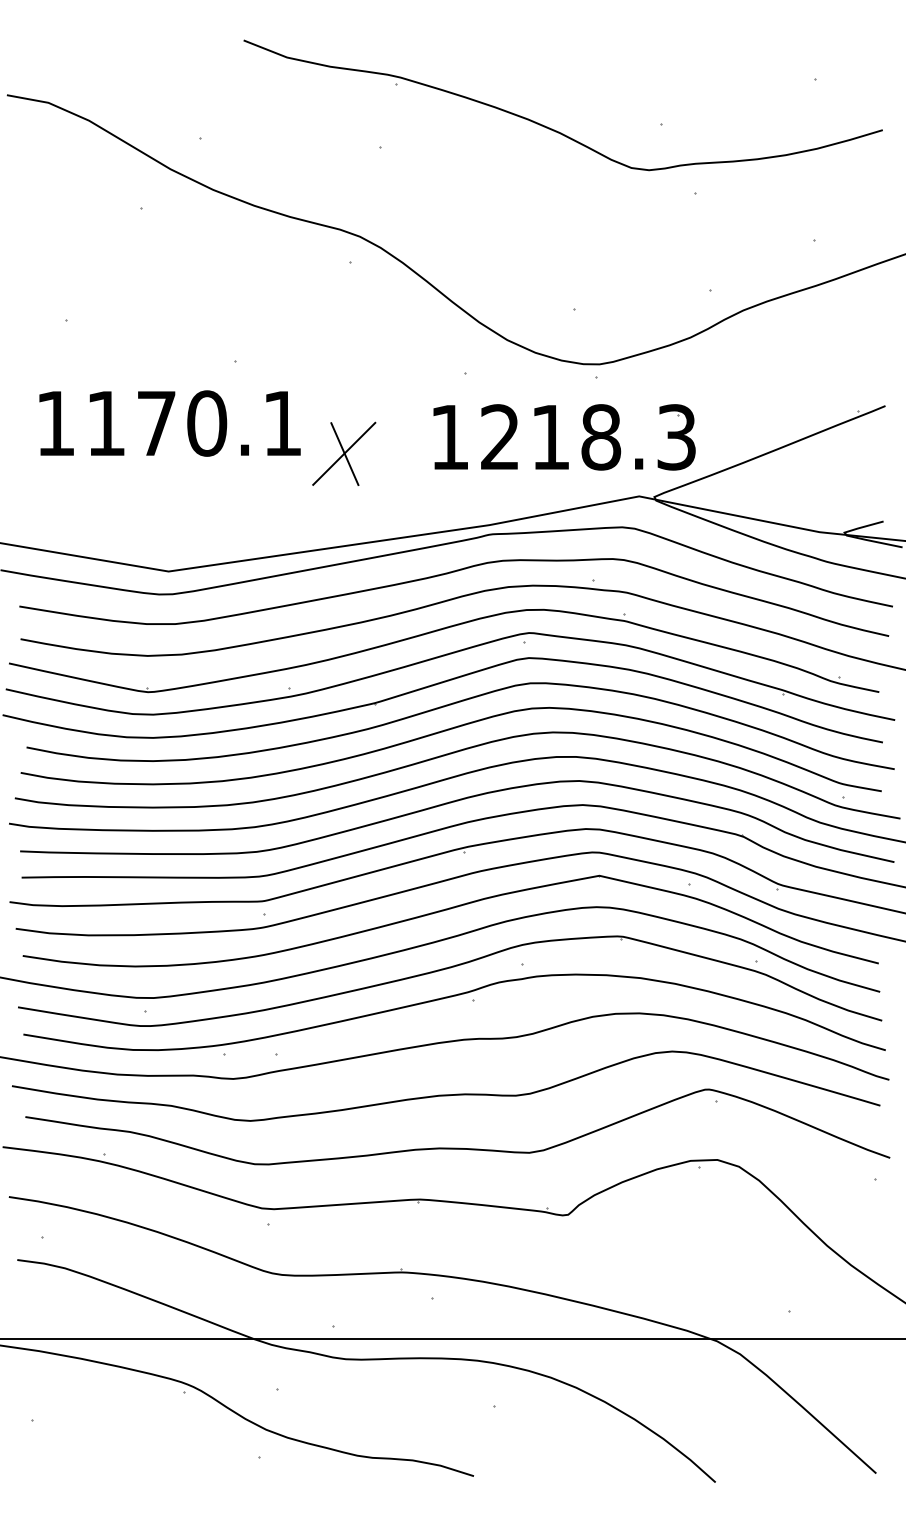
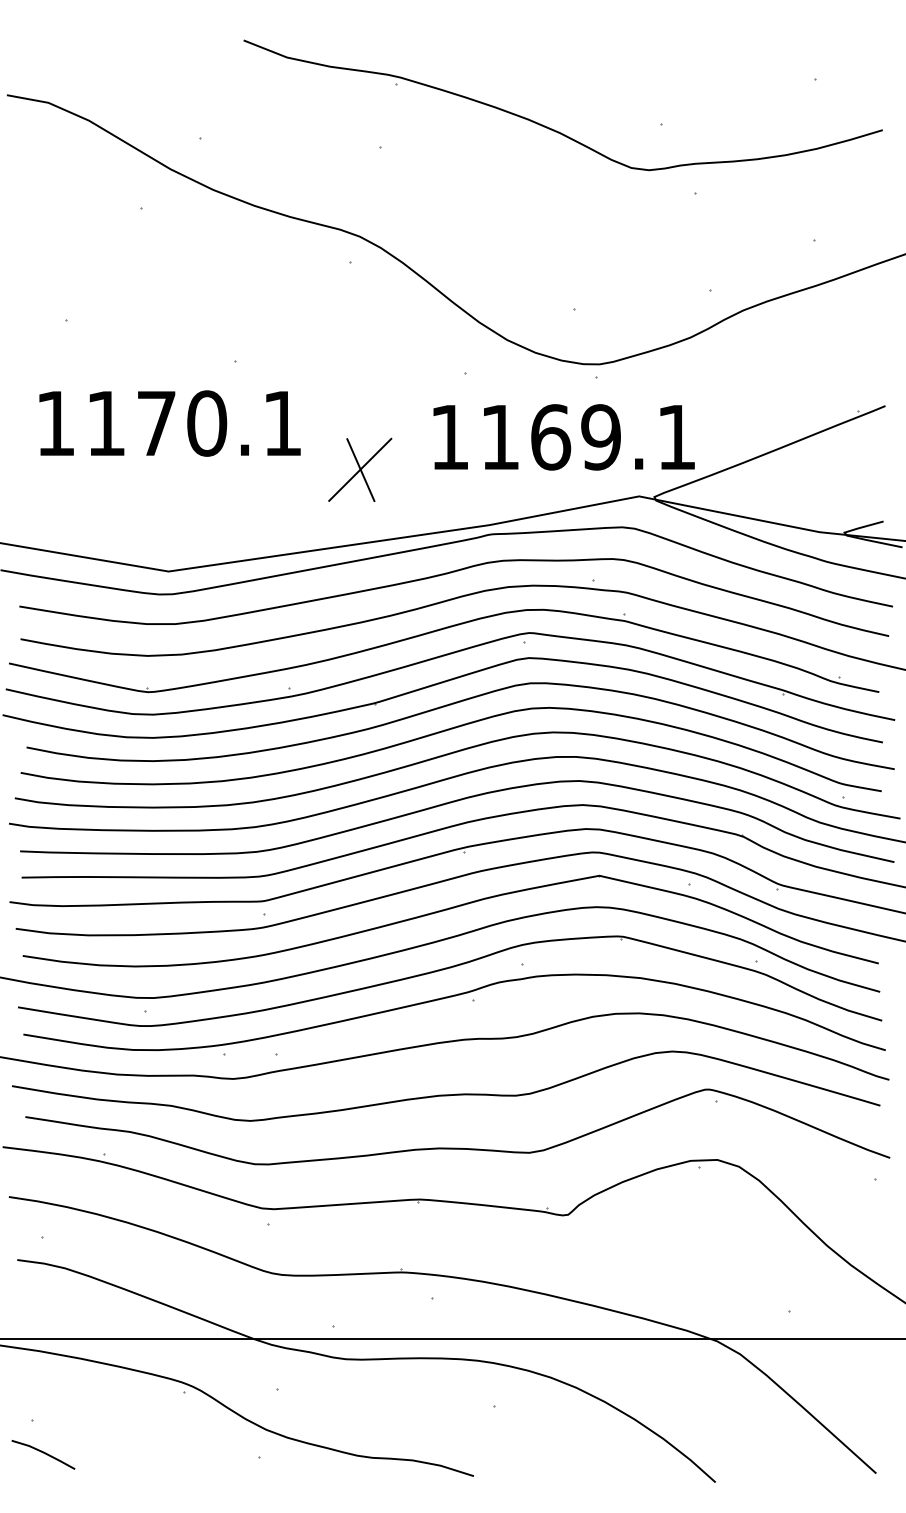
text at (588, 437): 1218.3 -> 1169.1
part at (344, 453) position: (344, 453) -> (360, 469)
line at (43, 1453): none -> present
